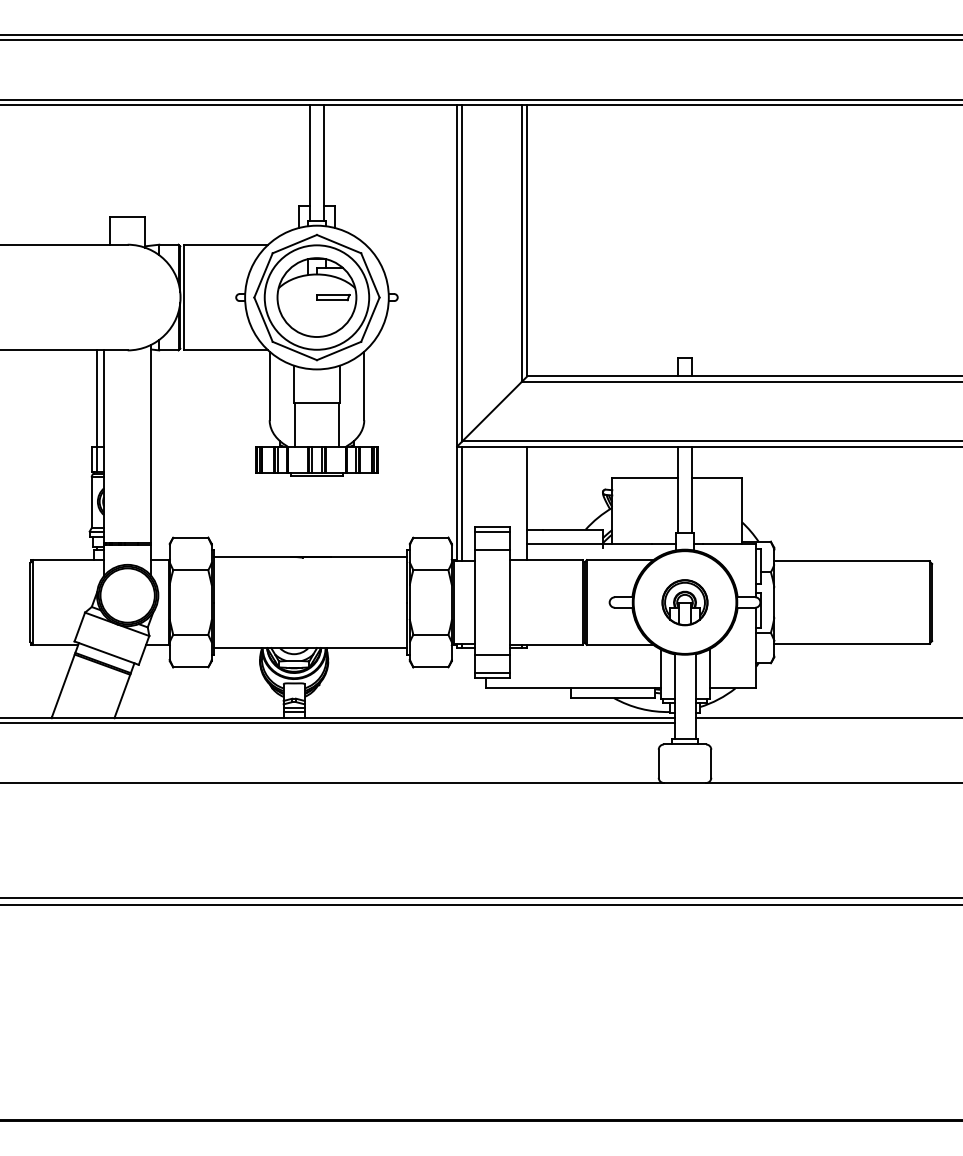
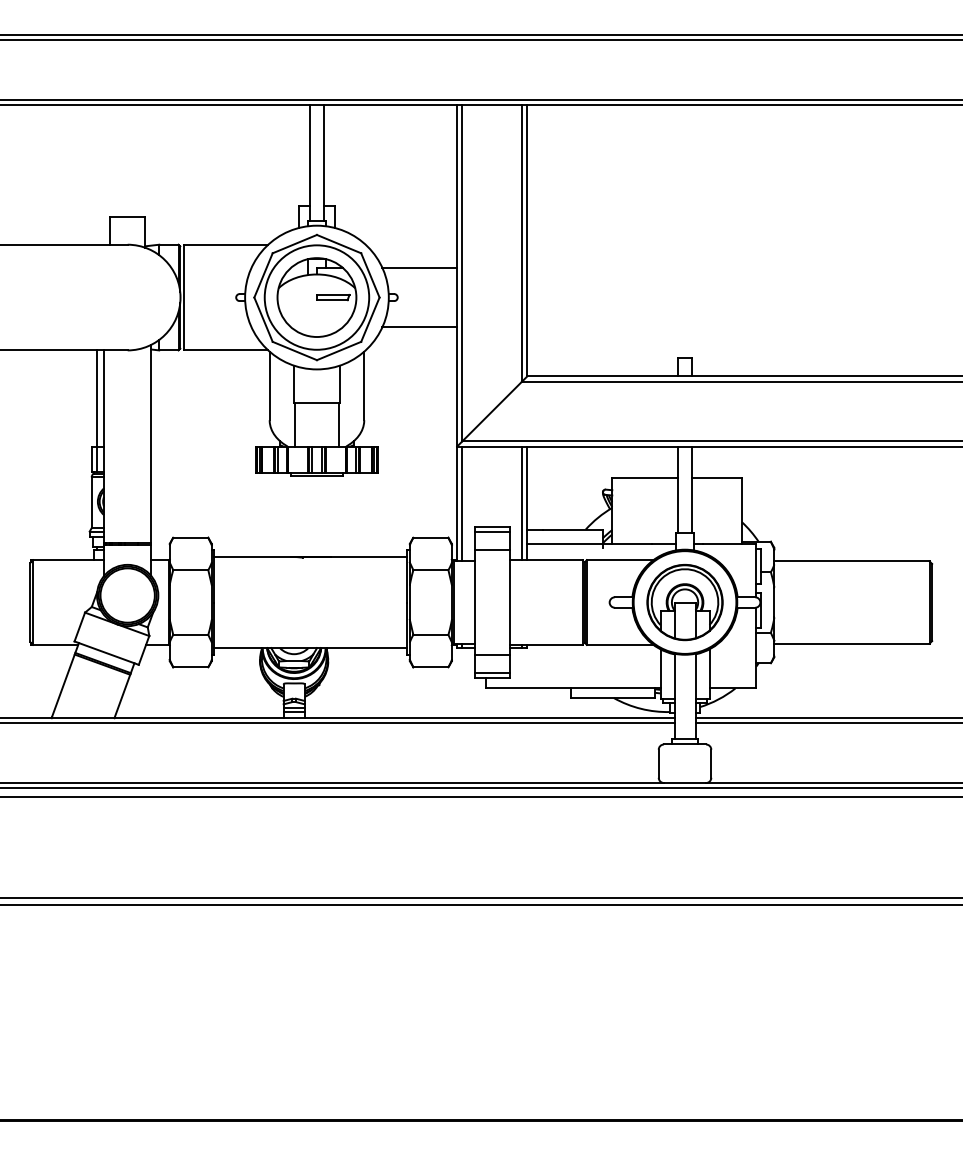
line at (419, 268): none -> present
line at (419, 327): none -> present
line at (522, 503): none -> present
part at (684, 602) size: 48x48 px -> 78x78 px
line at (827, 723): none -> present
line at (480, 788): none -> present
line at (480, 797): none -> present
